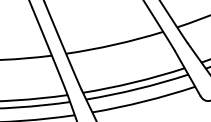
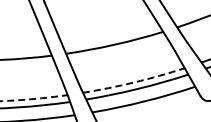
arc at (134, 82): solid -> dashed
arc at (33, 98): solid -> dashed
